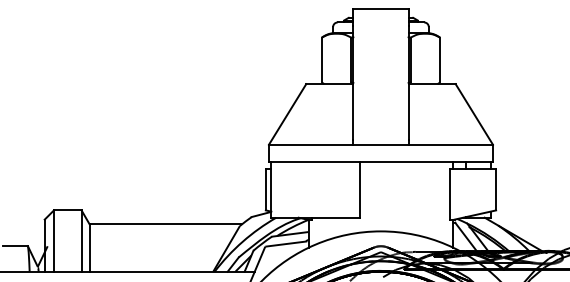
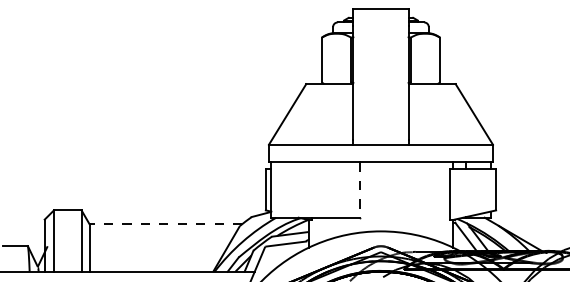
line at (360, 190): solid -> dashed
line at (165, 224): solid -> dashed
